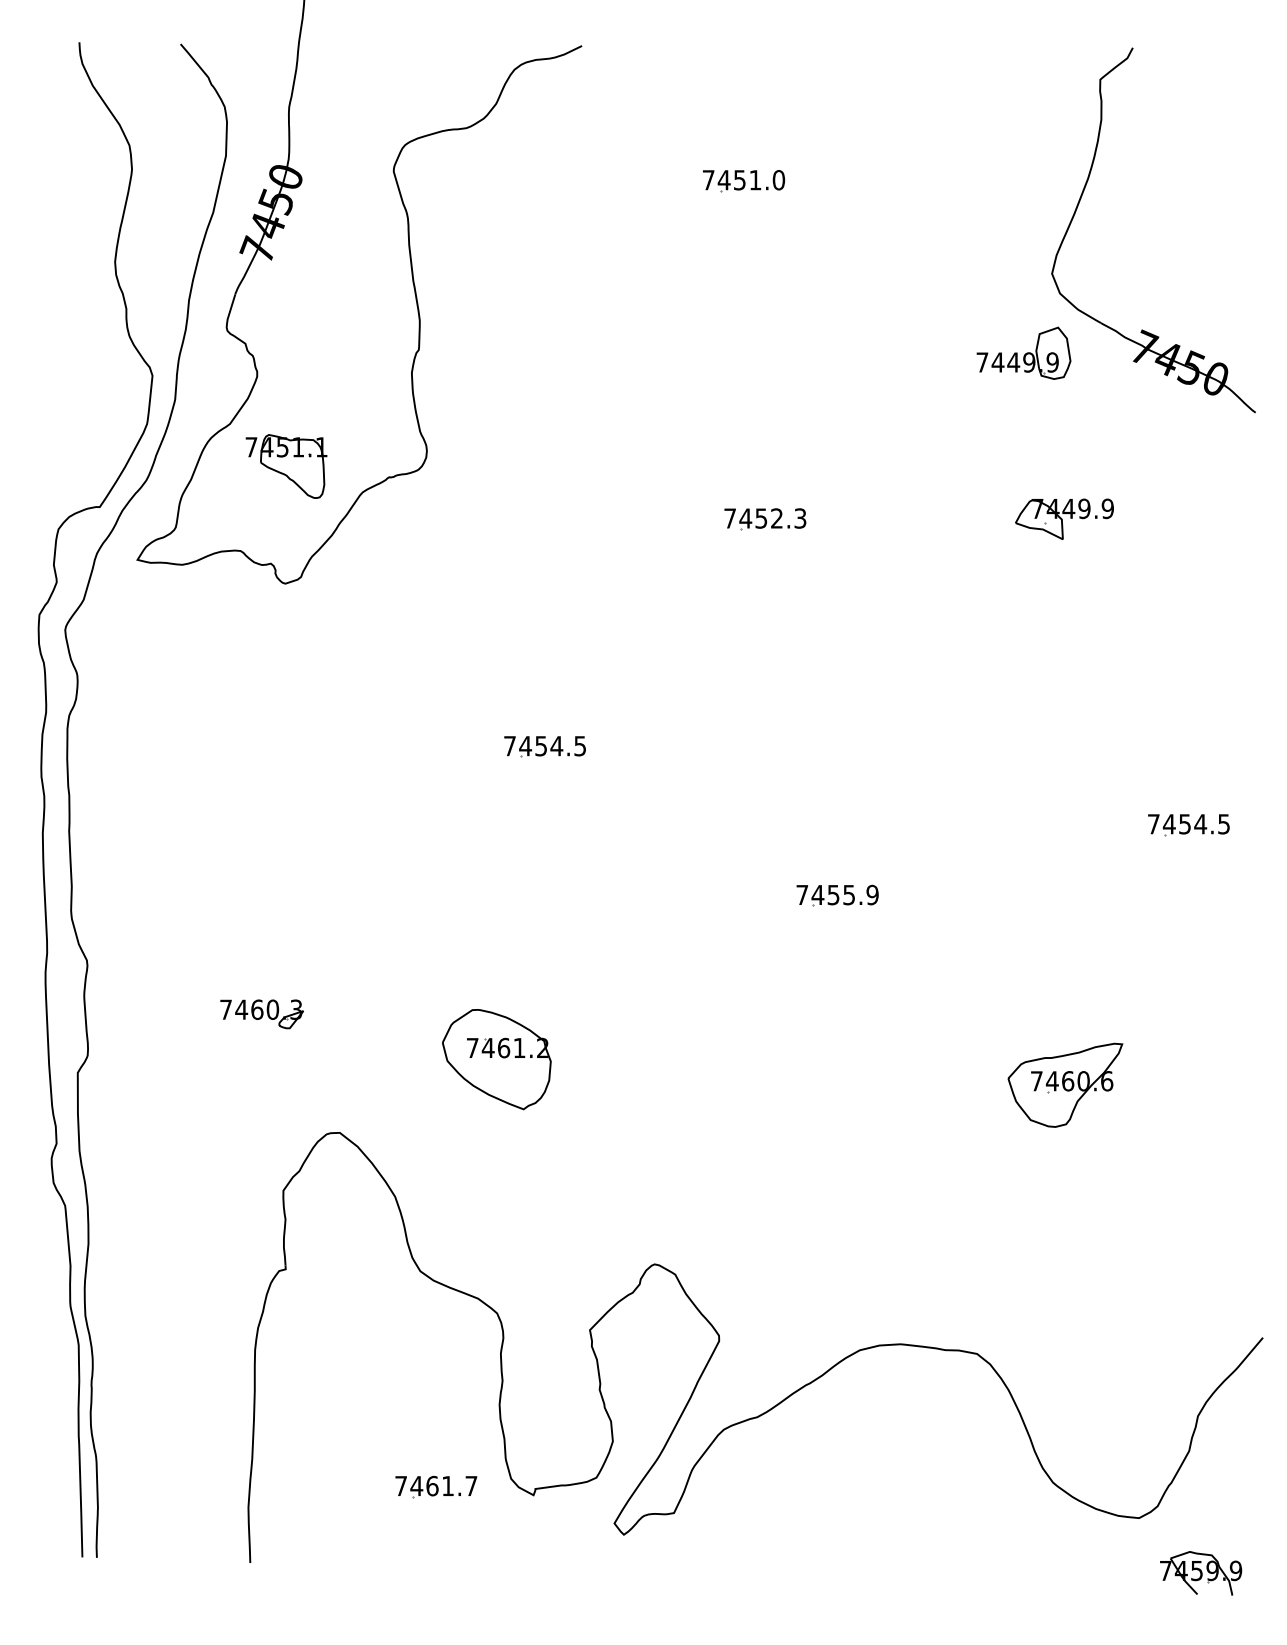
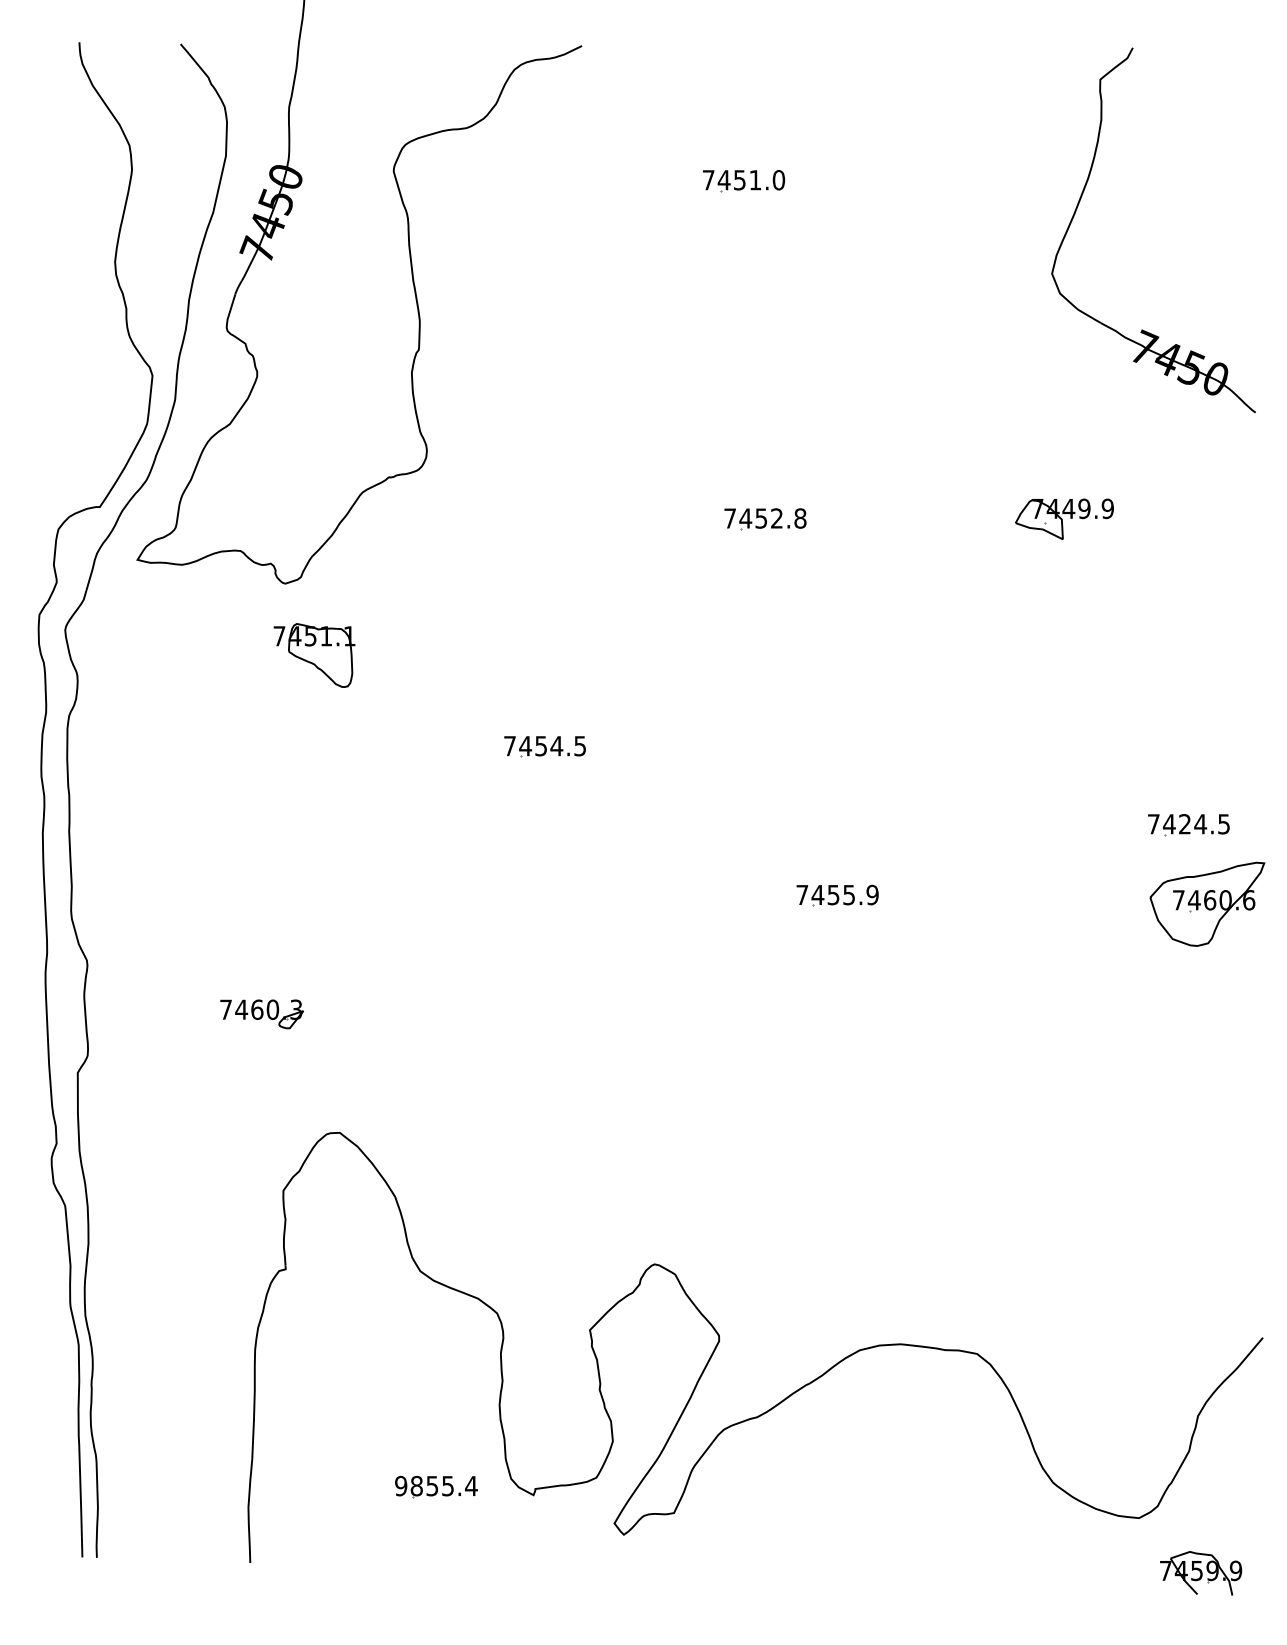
part at (1023, 352): present -> none
part at (286, 466) position: (286, 466) -> (314, 655)
text at (800, 518): 7452.3 -> 7452.8
text at (1184, 824): 7454.5 -> 7424.5
part at (496, 1059): present -> none
part at (1065, 1084) position: (1065, 1084) -> (1207, 903)
text at (436, 1485): 7461.7 -> 9855.4
